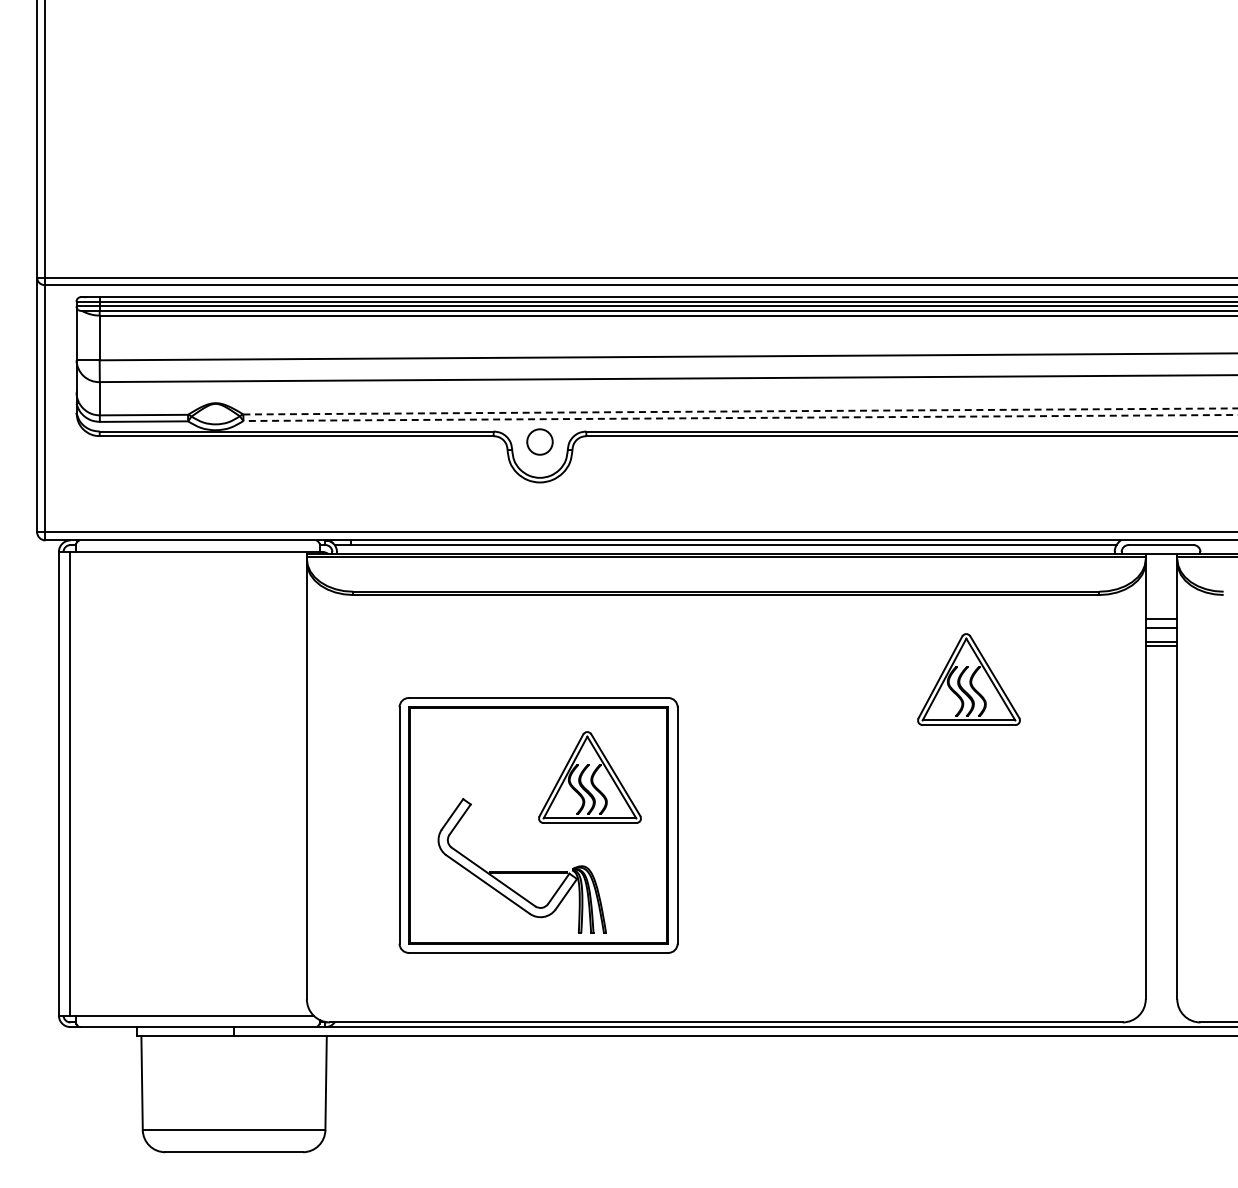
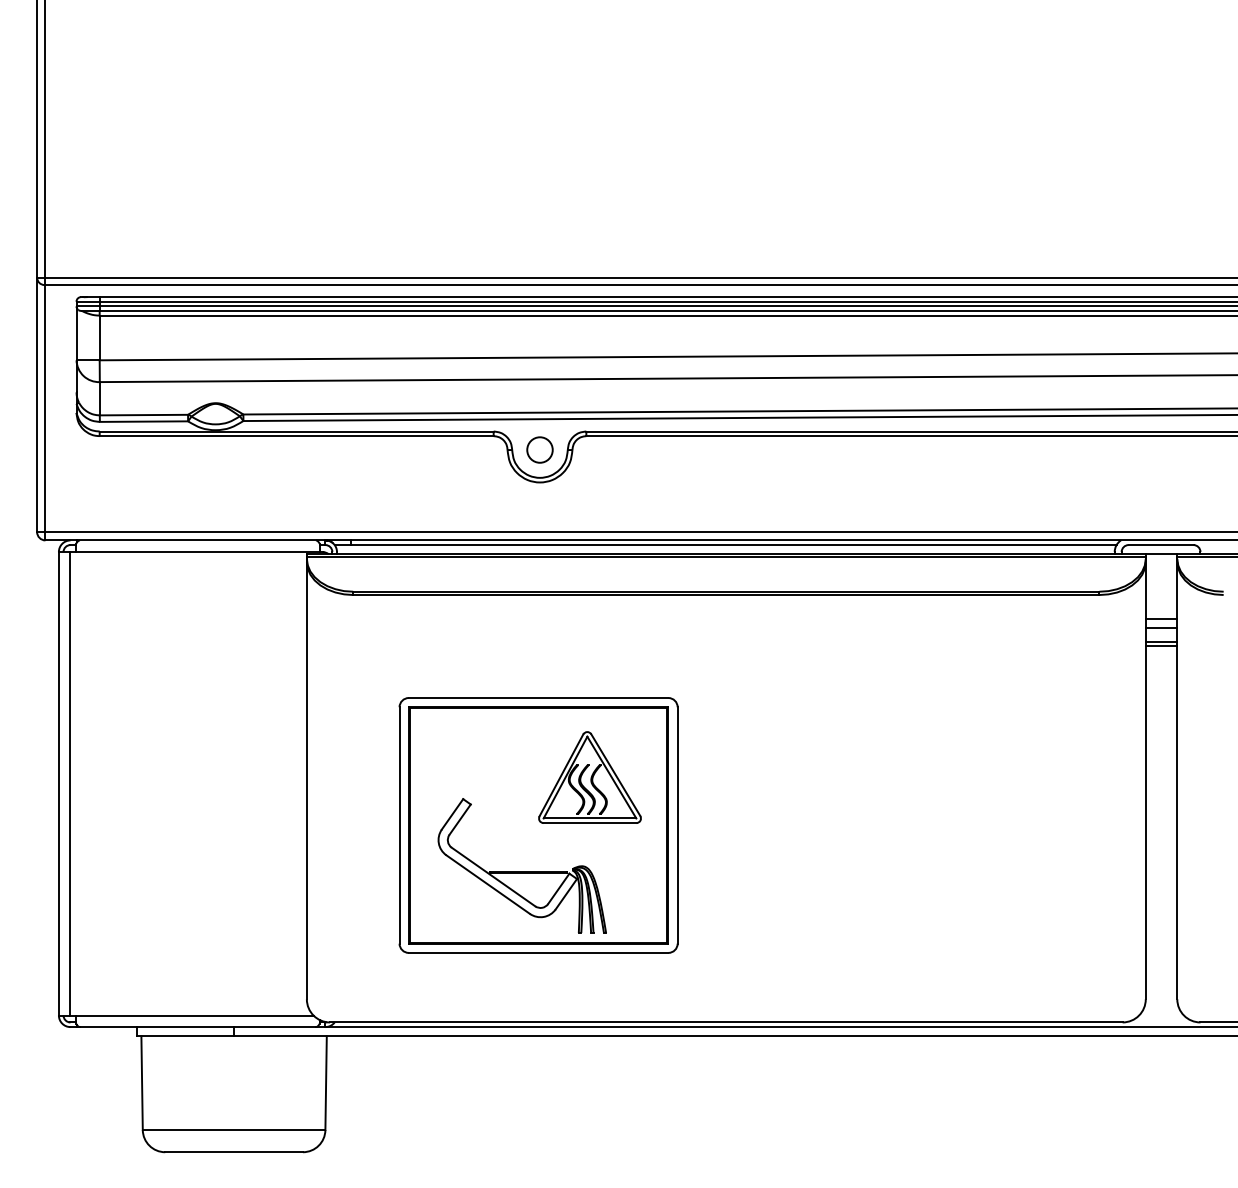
line at (740, 411): dashed -> solid
line at (740, 418): dashed -> solid
circle at (539, 441) position: (539, 441) -> (539, 449)
part at (968, 679): present -> none
